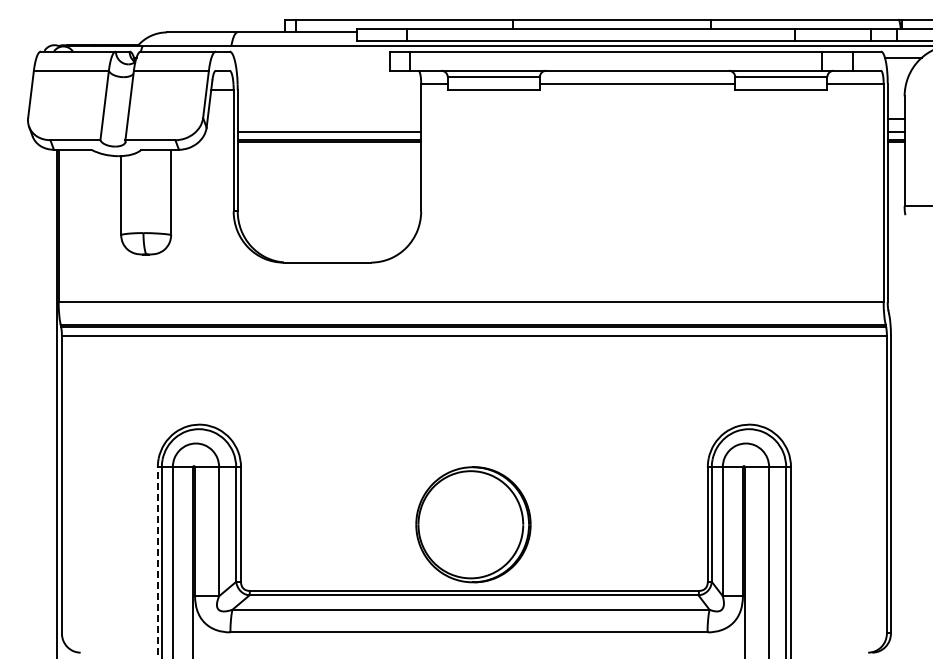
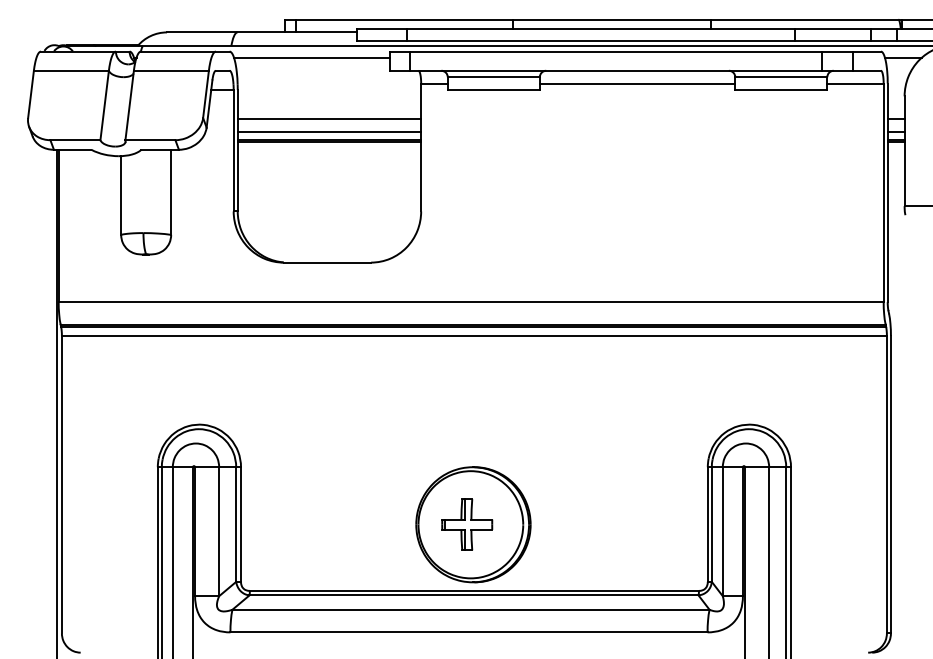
line at (311, 58): none -> present
line at (329, 118): none -> present
part at (467, 524): none -> present
line at (157, 562): dashed -> solid
